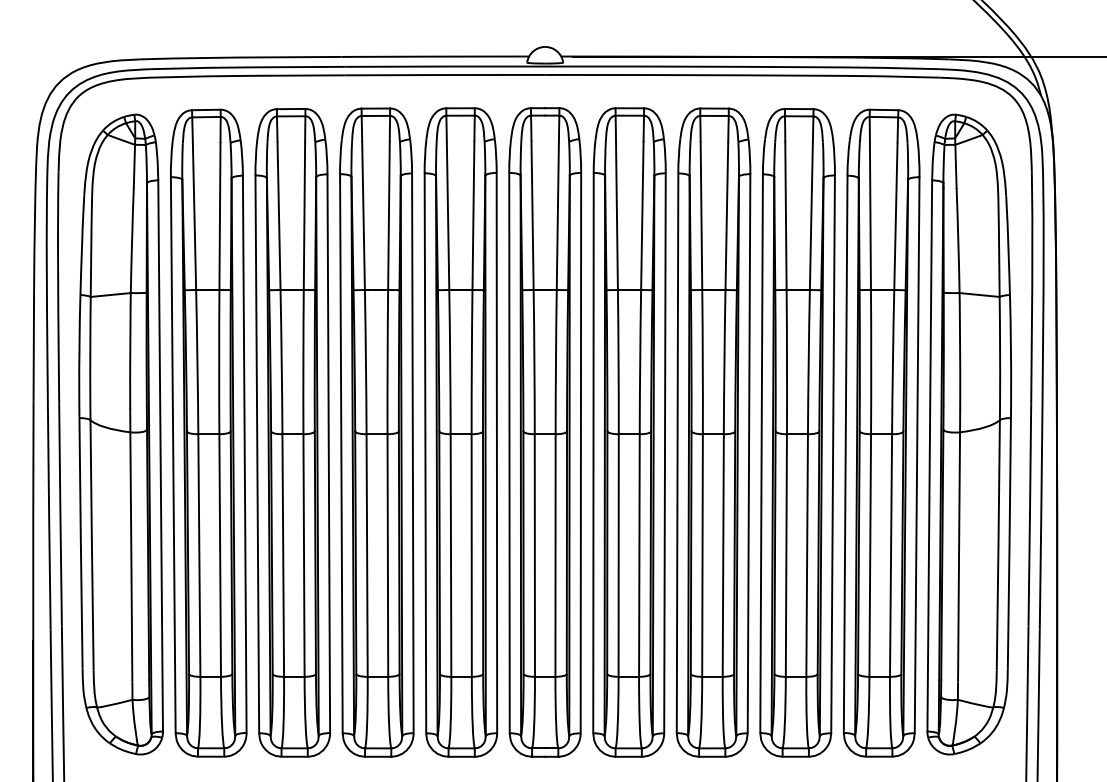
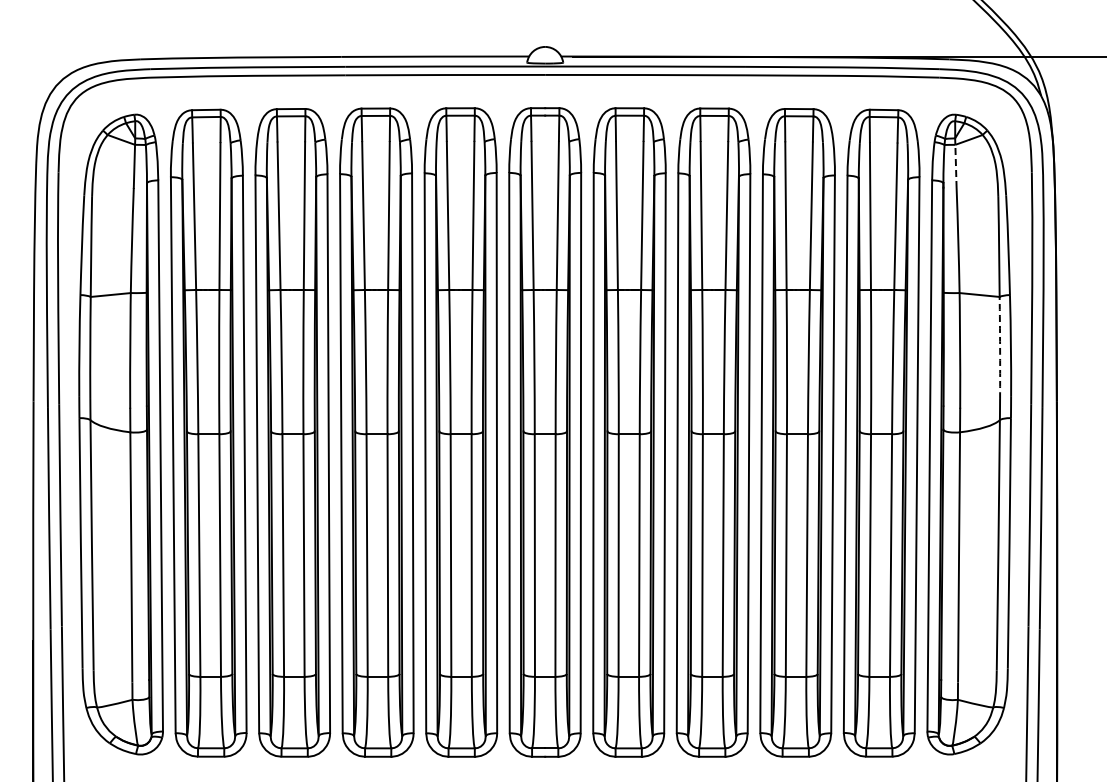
line at (955, 166): solid -> dashed
arc at (1000, 347): solid -> dashed
